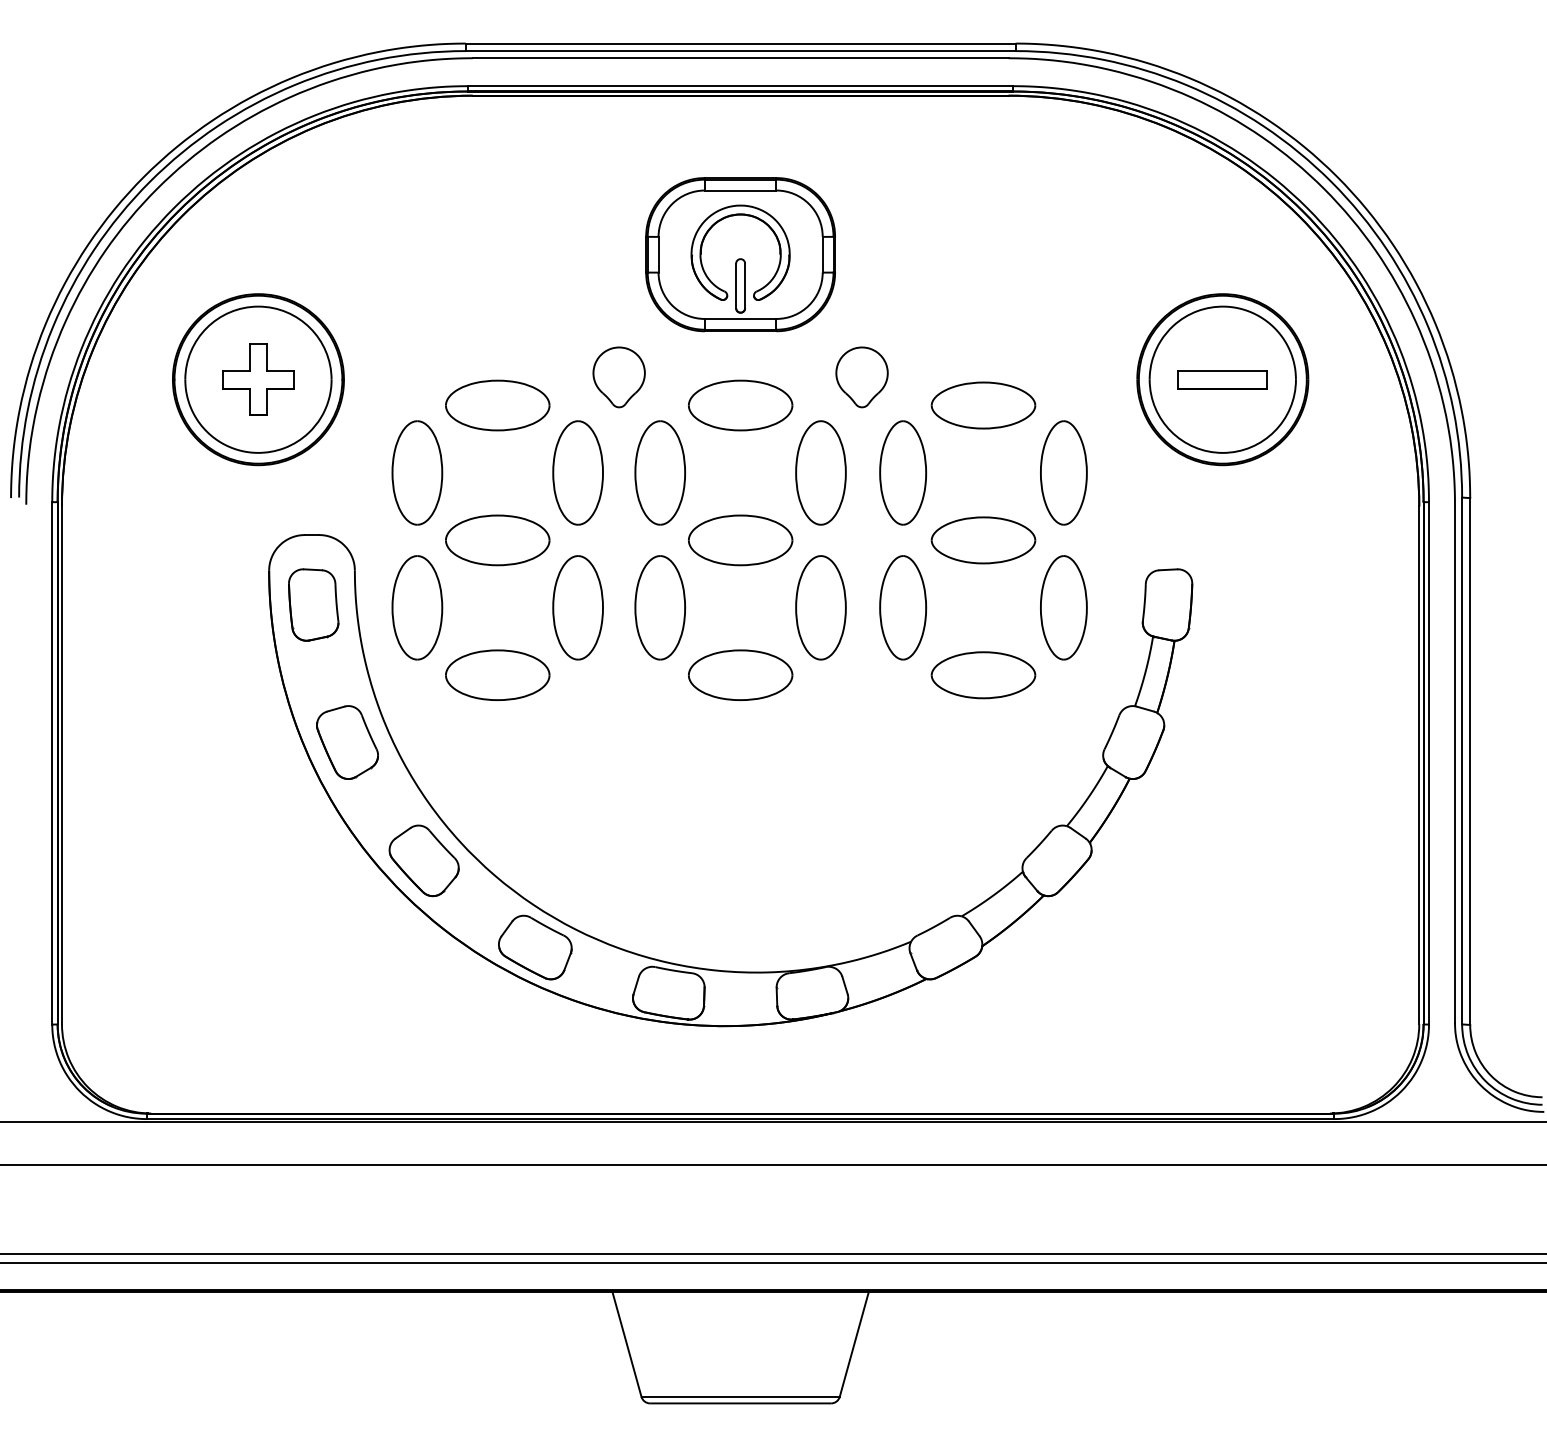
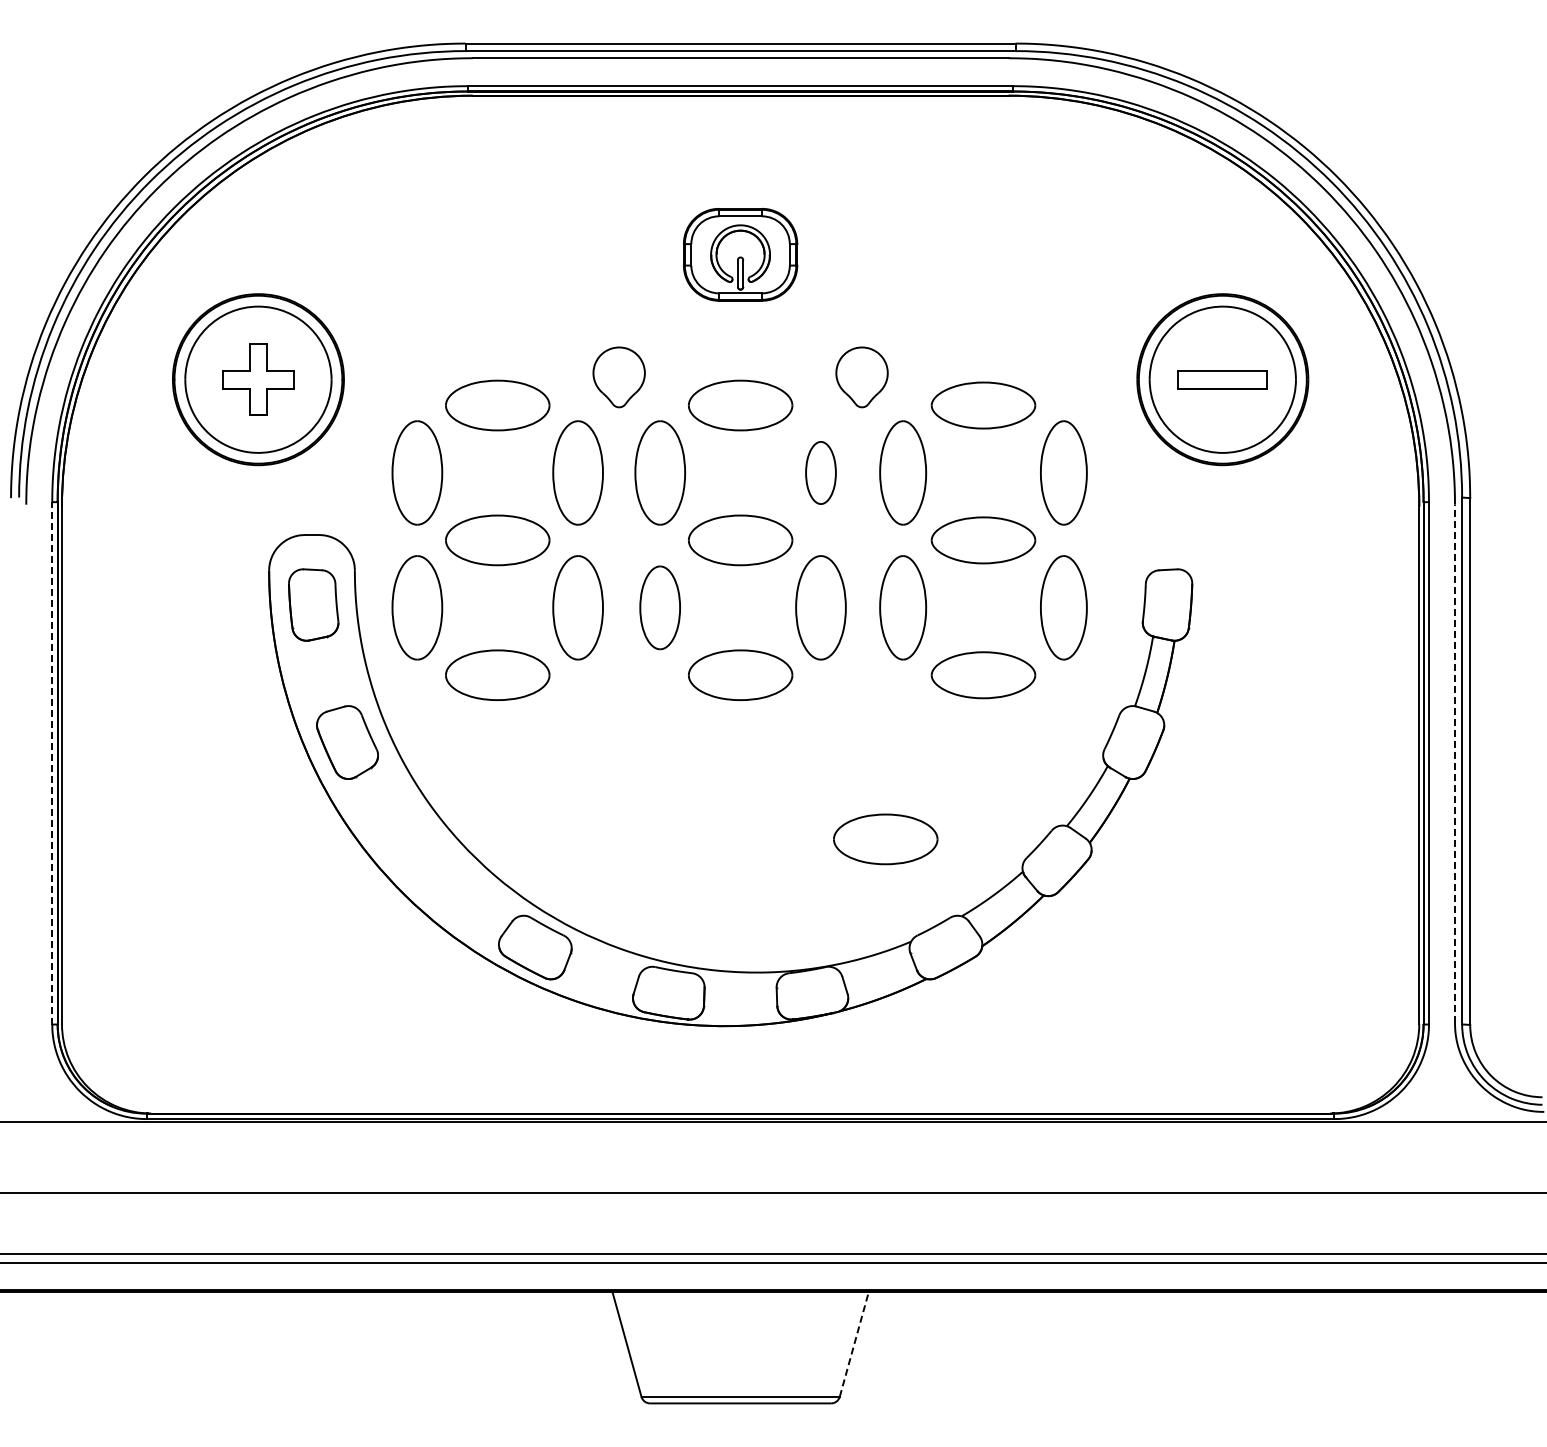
part at (740, 254) size: 191x156 px -> 116x94 px
part at (820, 472) size: 52x106 px -> 32x64 px
part at (659, 607) size: 52x106 px -> 42x86 px
line at (52, 762): solid -> dashed
line at (1454, 763): solid -> dashed
part at (885, 839): none -> present
part at (423, 860): present -> none
line at (772, 1165) position: (772, 1165) -> (772, 1193)
line at (854, 1343): solid -> dashed
